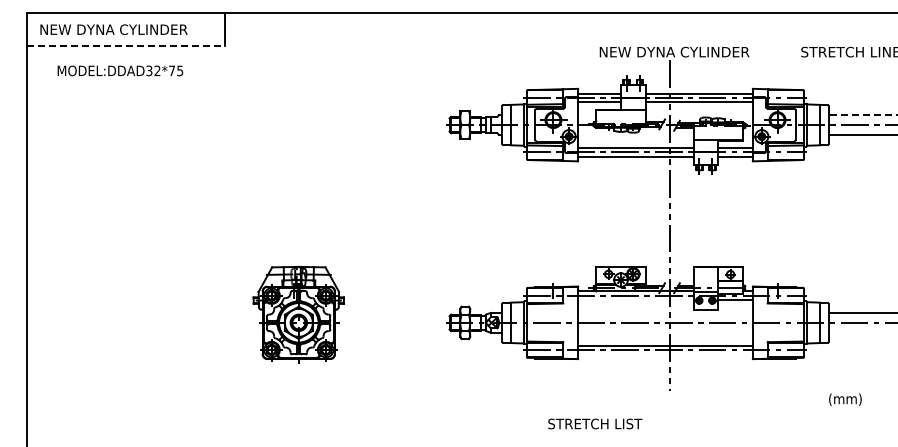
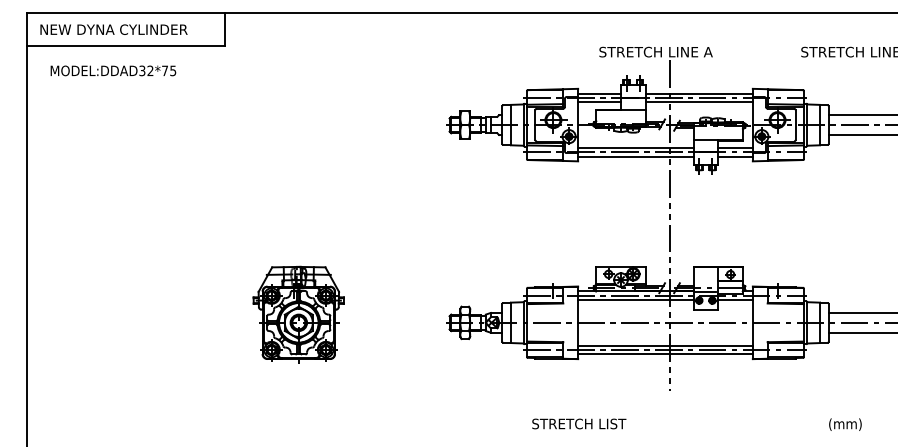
line at (125, 46): dashed -> solid
text at (674, 51): NEW DYNA CYLINDER -> STRETCH LINE A
text at (120, 70) position: (120, 70) -> (113, 70)
line at (862, 115): dashed -> solid
line at (635, 300): none -> present
line at (861, 332): none -> present
line at (665, 354): none -> present
text at (845, 399) position: (845, 399) -> (845, 424)
text at (595, 423) position: (595, 423) -> (579, 423)
